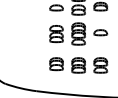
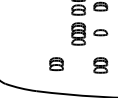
part at (56, 7): present -> none
part at (56, 34): present -> none
part at (78, 65): present -> none
